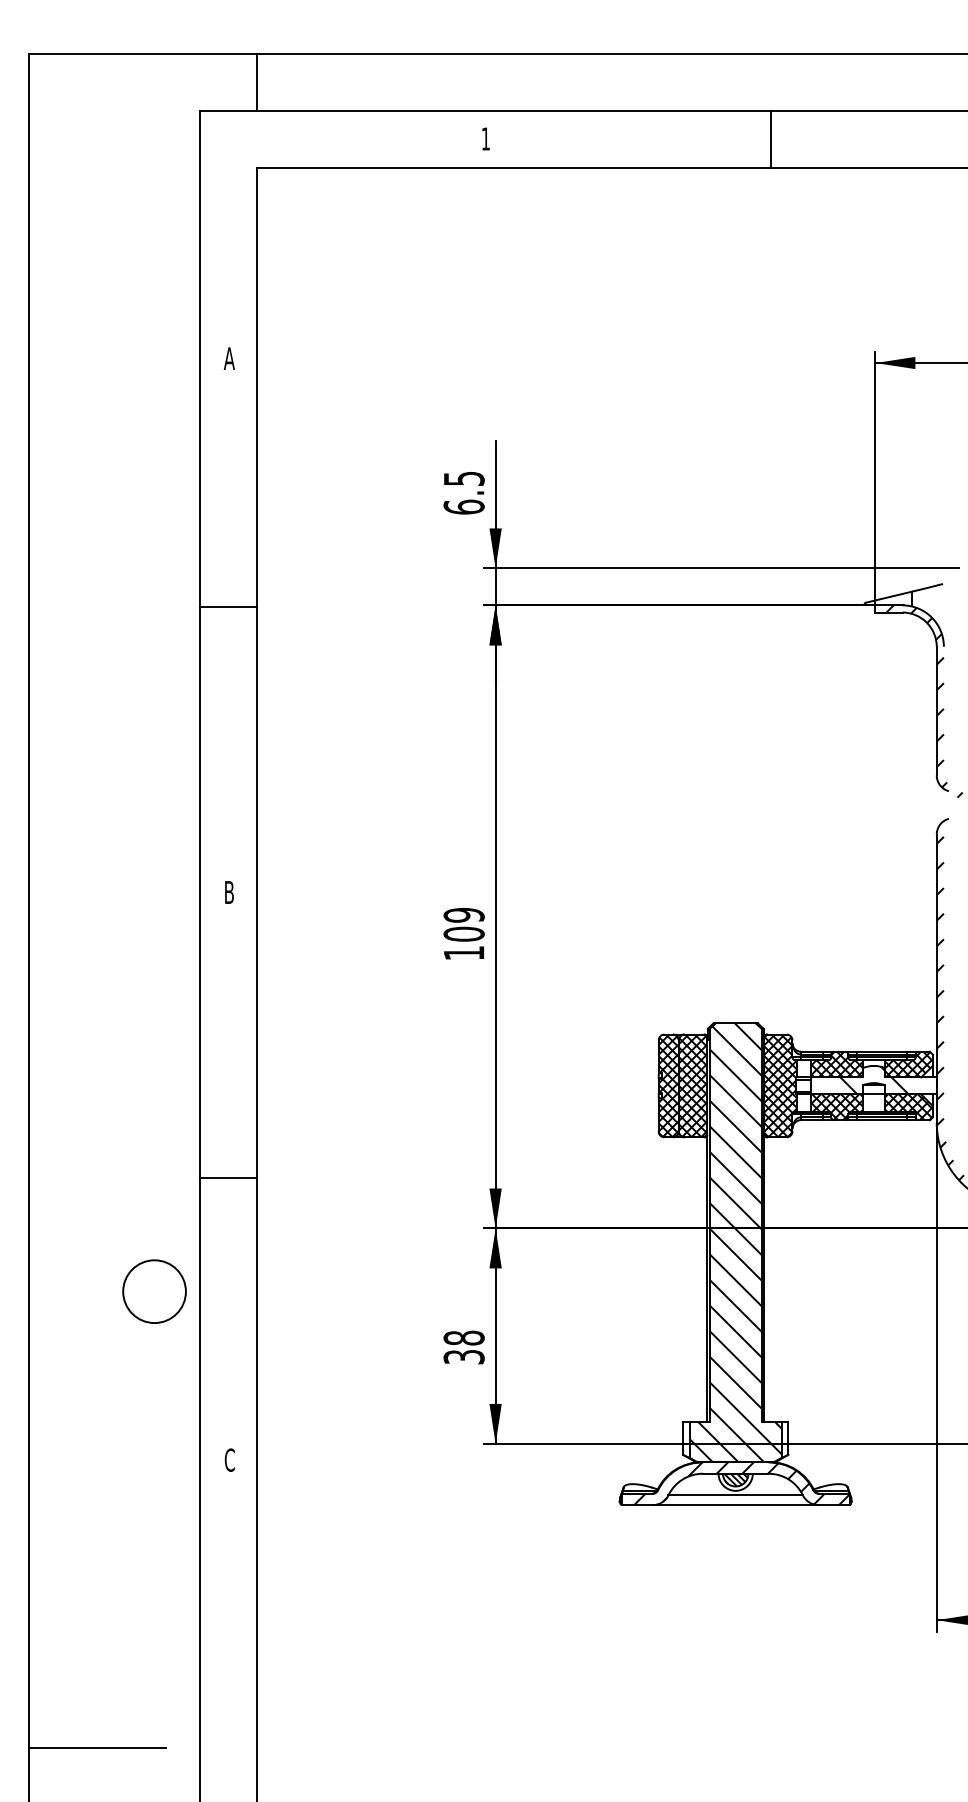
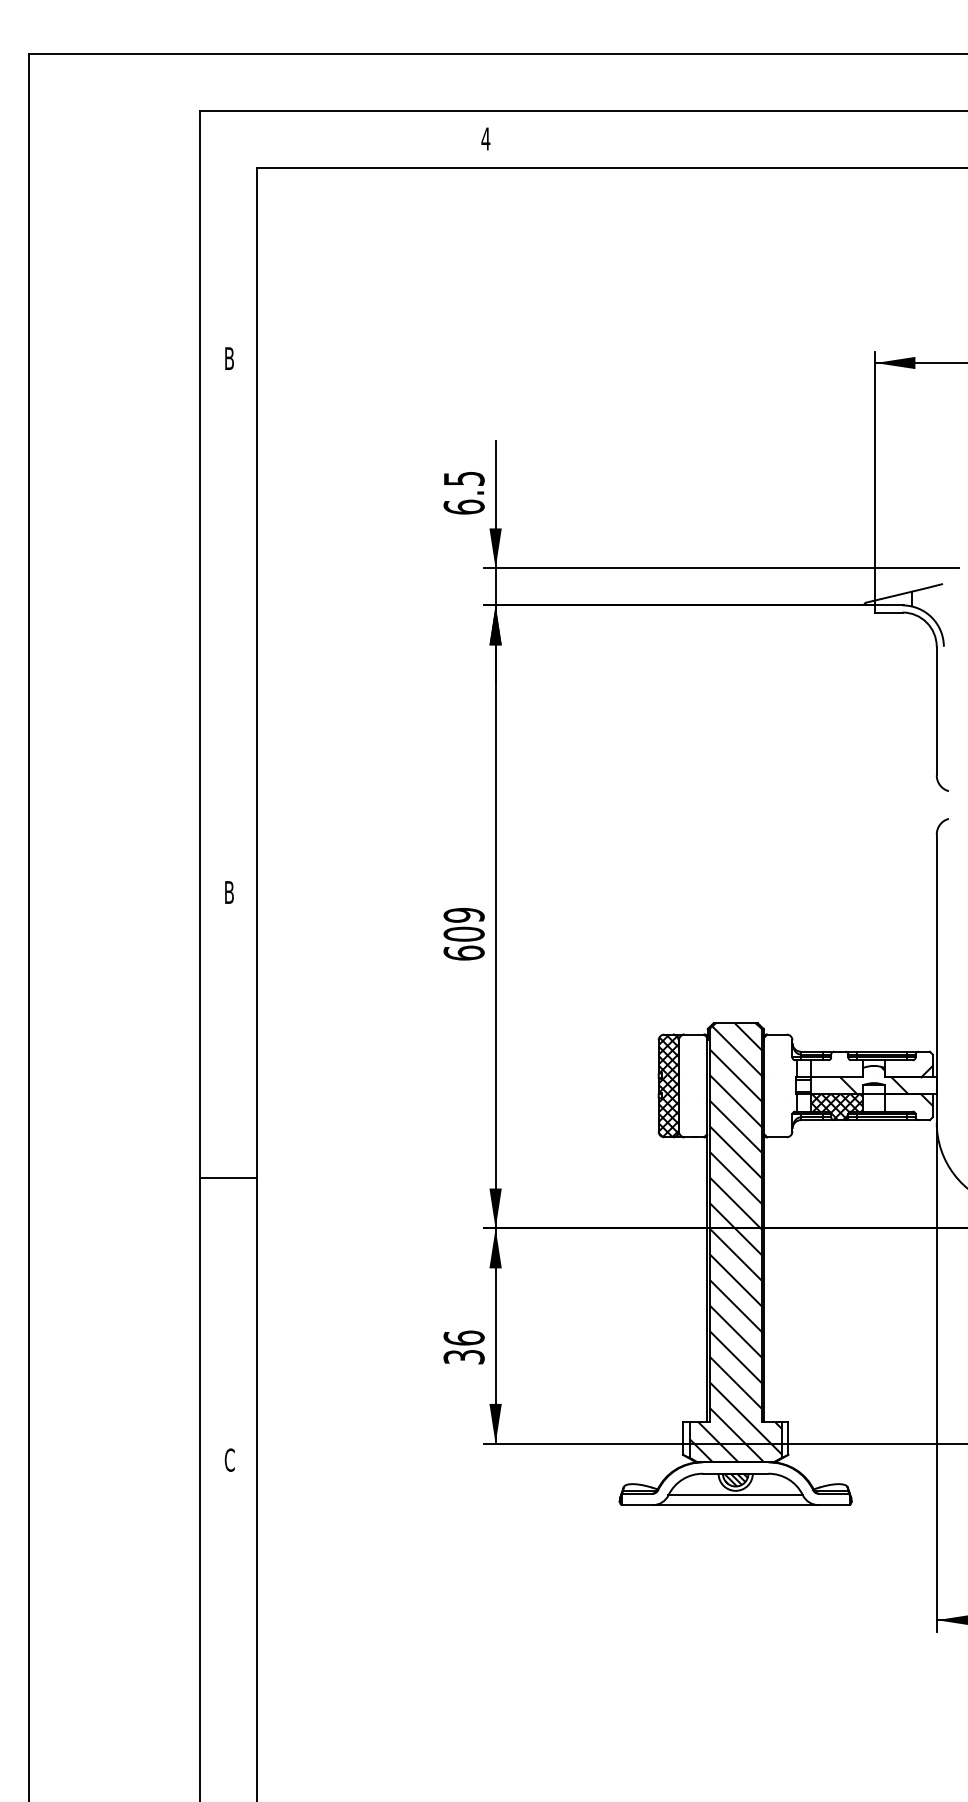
line at (257, 82): present -> none
text at (485, 138): 1 -> 4
line at (770, 139): present -> none
text at (228, 358): A -> B
line at (228, 607): present -> none
hatch at (925, 892): present -> none
text at (463, 952): 109 -> 609
hatch at (836, 1064): present -> none
hatch at (908, 1064): present -> none
hatch at (692, 1085): present -> none
hatch at (780, 1085): present -> none
hatch at (908, 1107): present -> none
circle at (154, 1291): present -> none
text at (463, 1337): 38 -> 36
hatch at (741, 1483): present -> none
line at (97, 1747): present -> none
